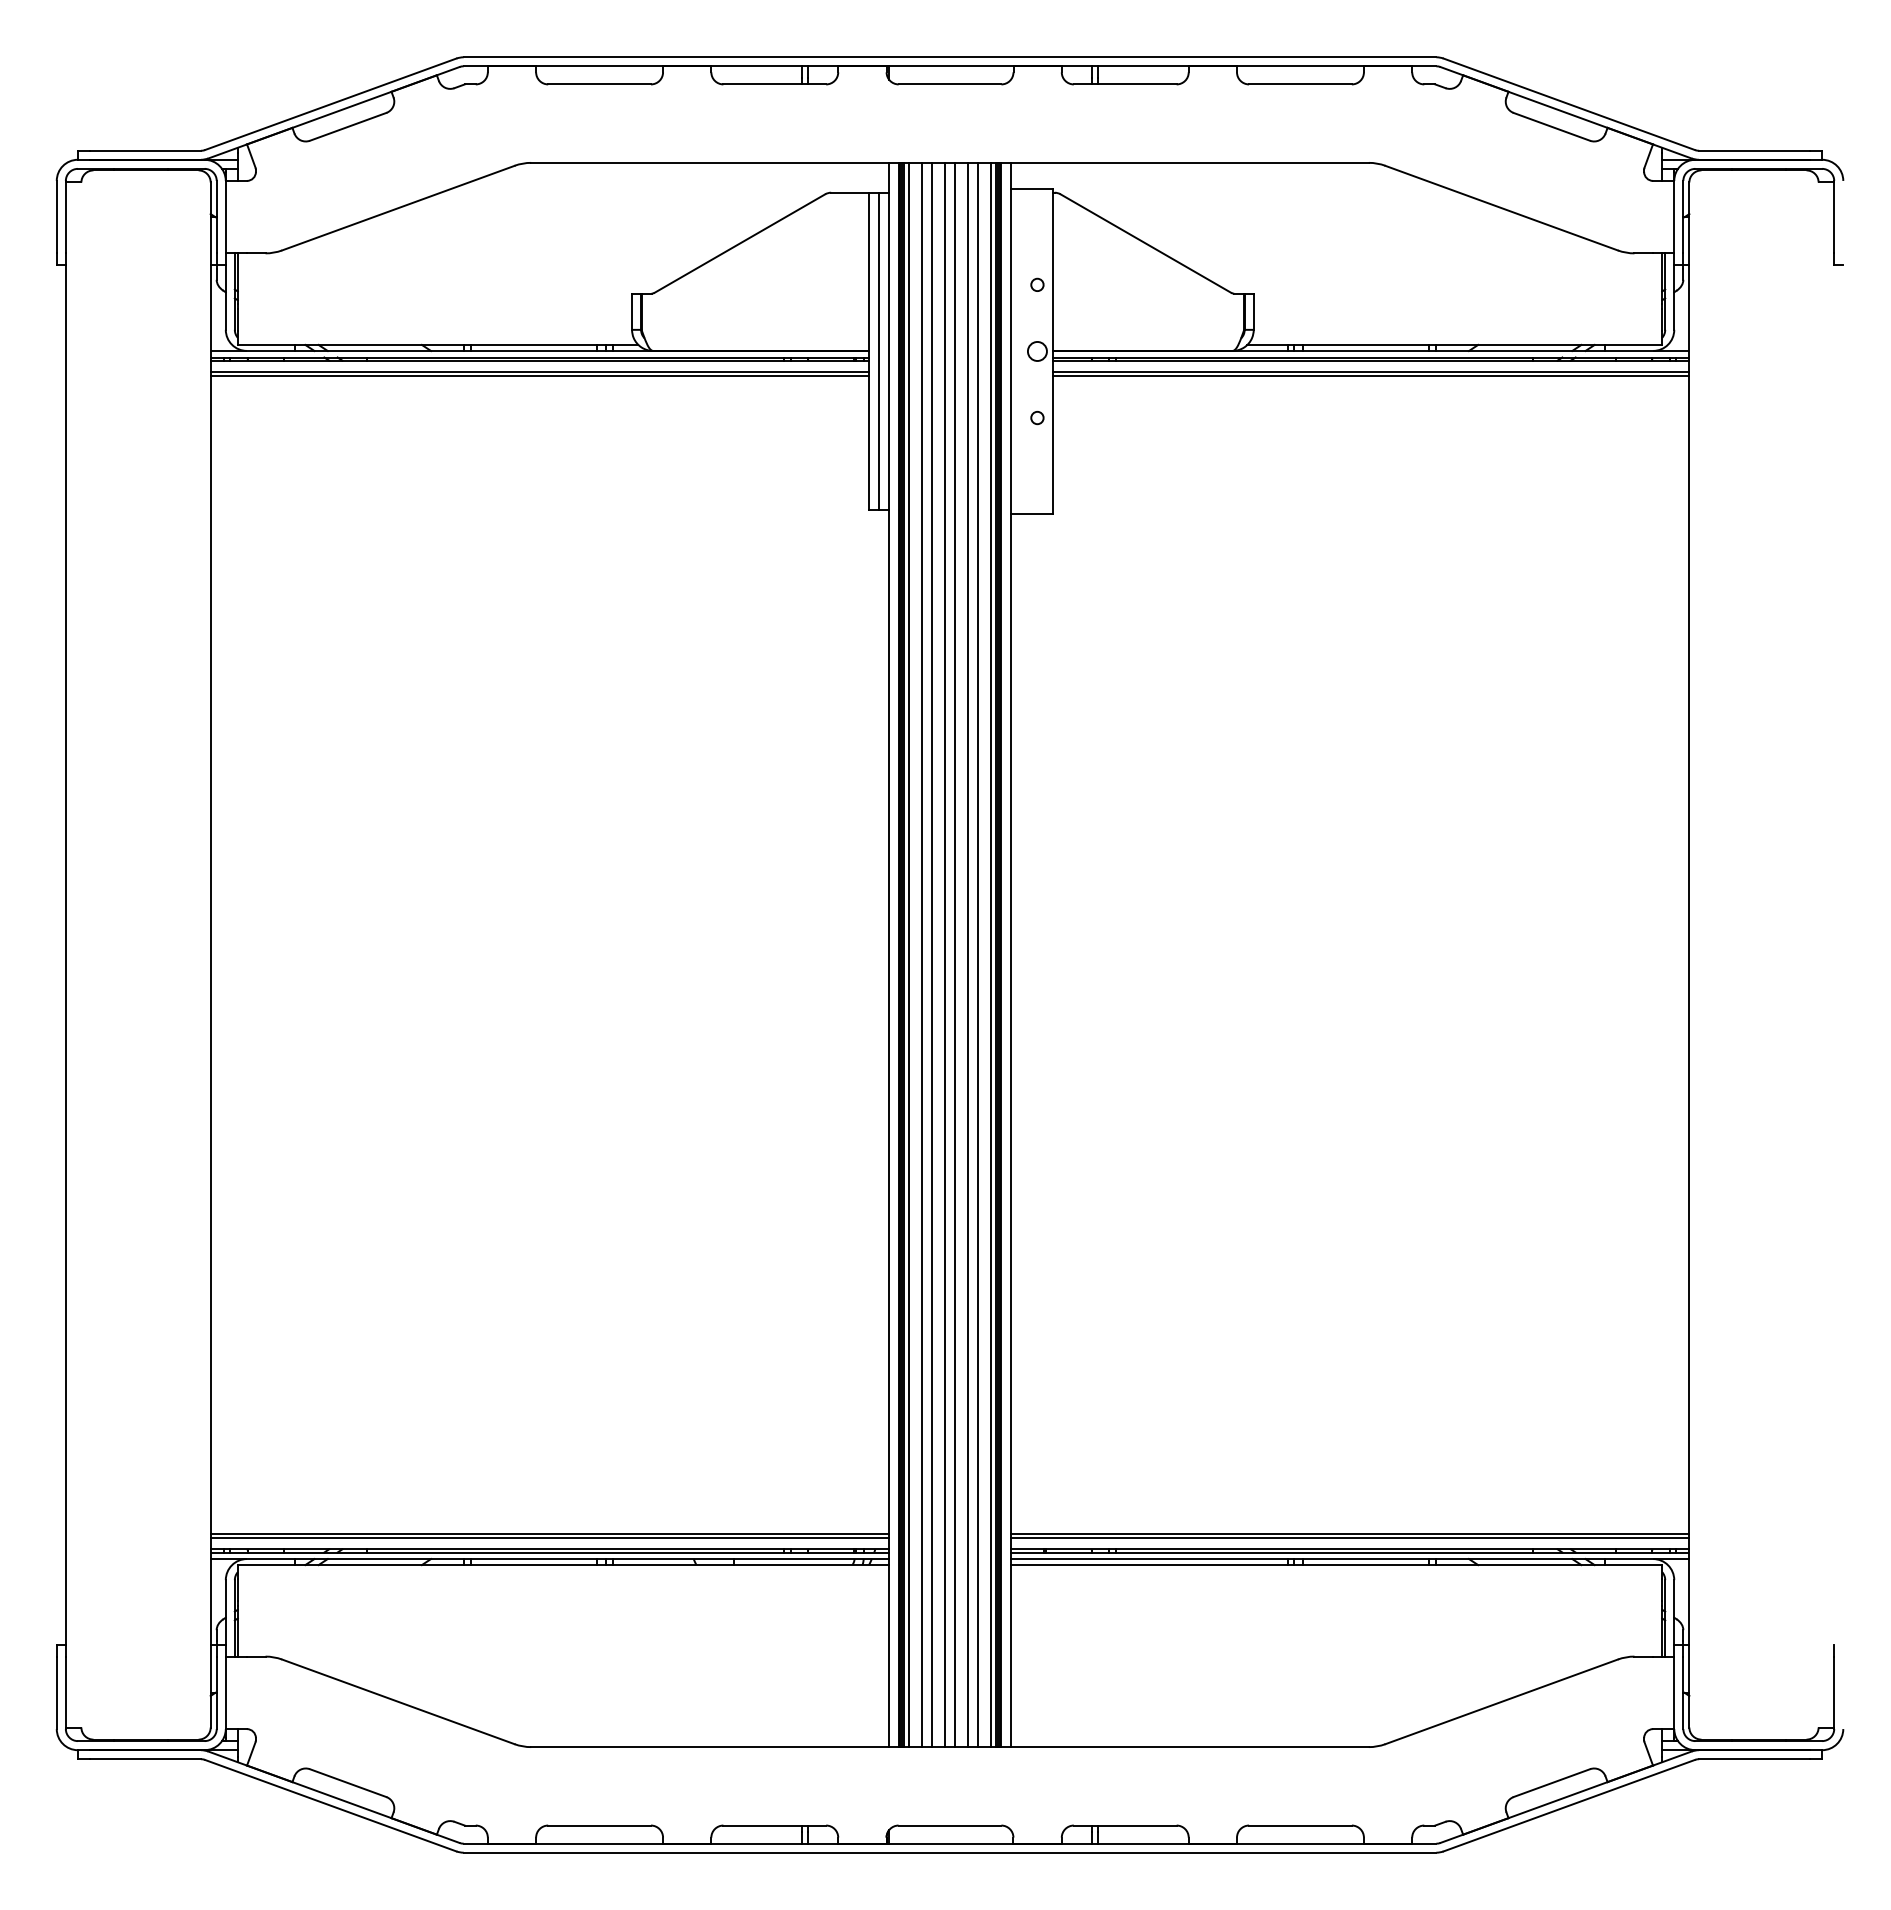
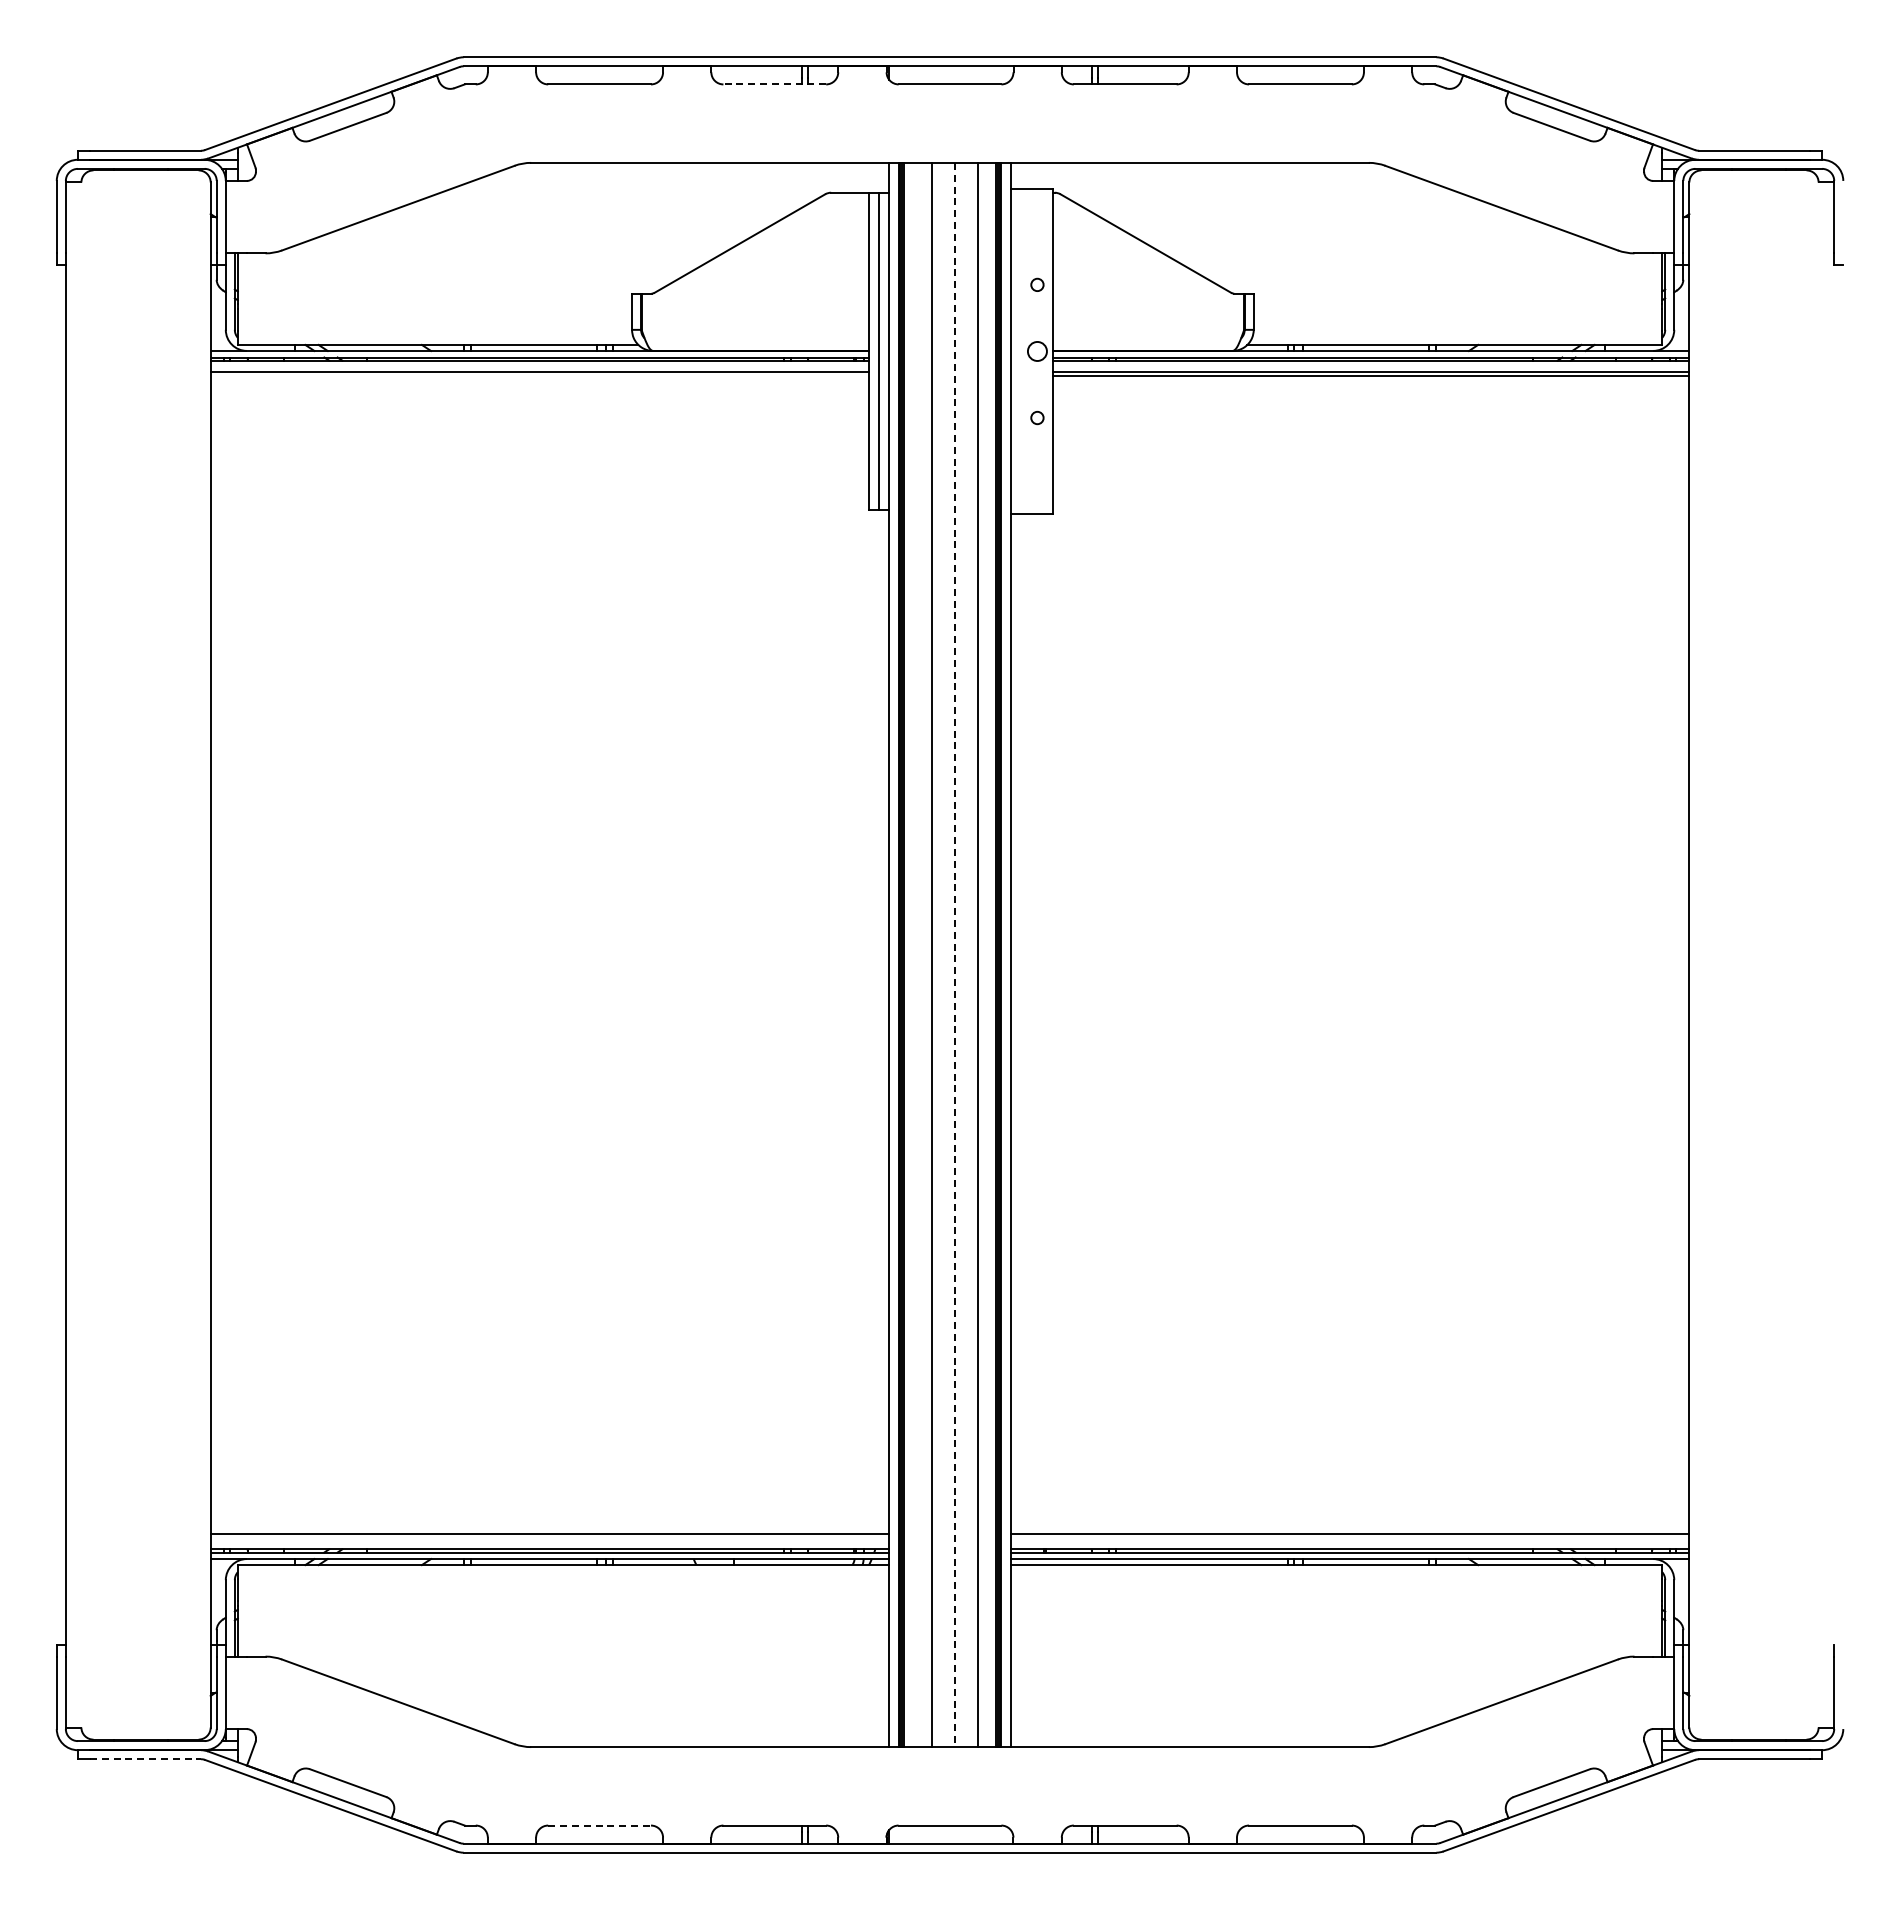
line at (774, 84): solid -> dashed
line at (539, 375): present -> none
line at (908, 954): present -> none
line at (922, 954): present -> none
line at (945, 954): present -> none
line at (968, 954): present -> none
line at (991, 954): present -> none
line at (954, 955): solid -> dashed
line at (549, 1537): present -> none
line at (1349, 1537): present -> none
line at (145, 1759): solid -> dashed
line at (600, 1825): solid -> dashed
